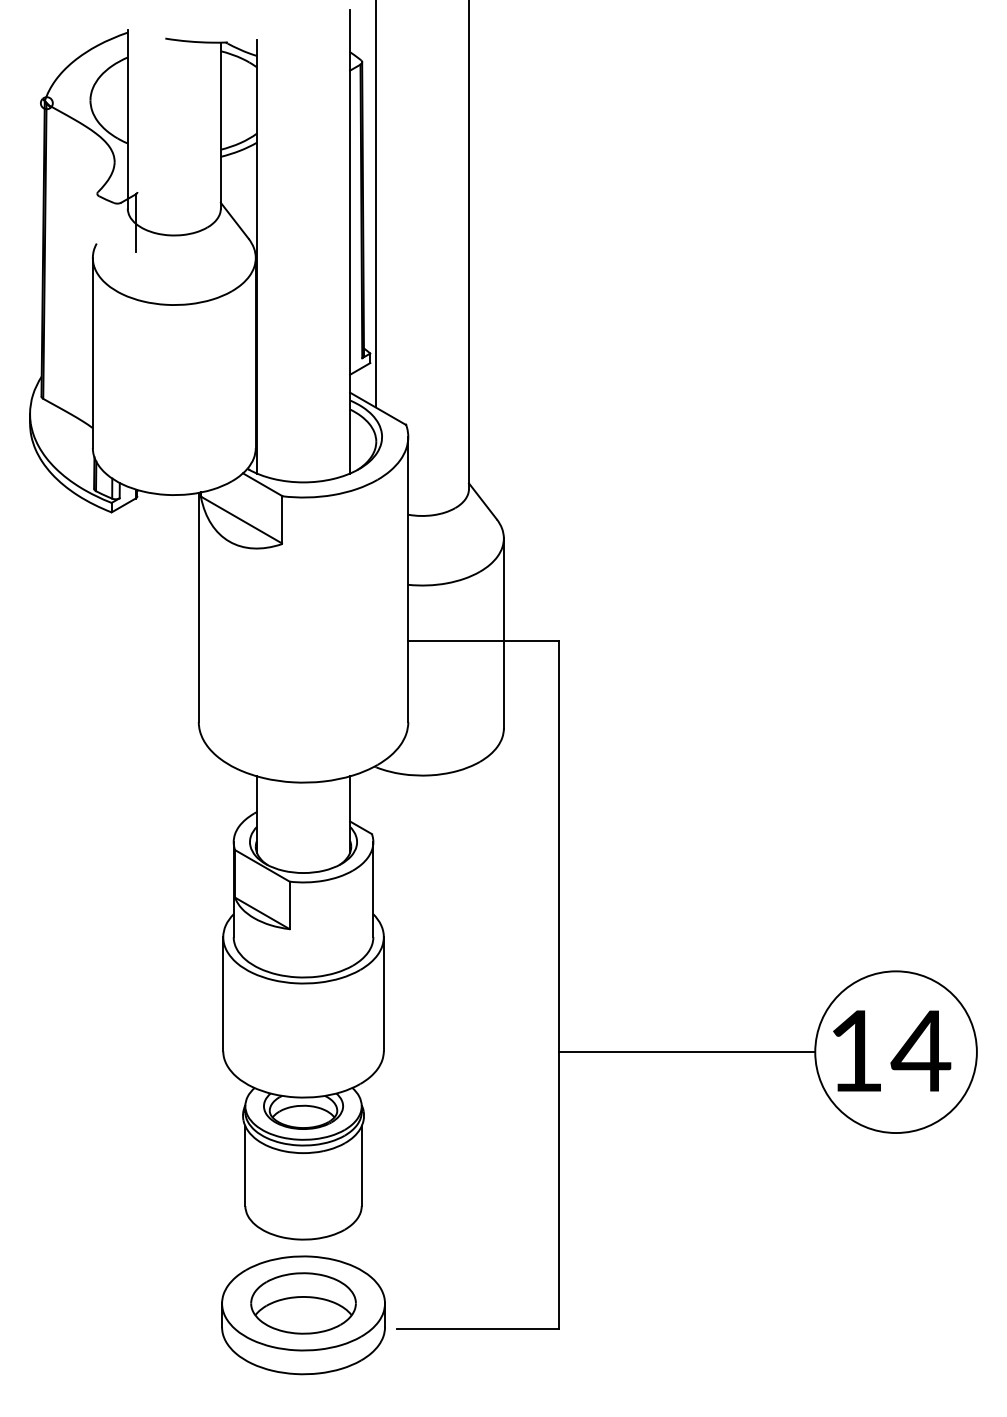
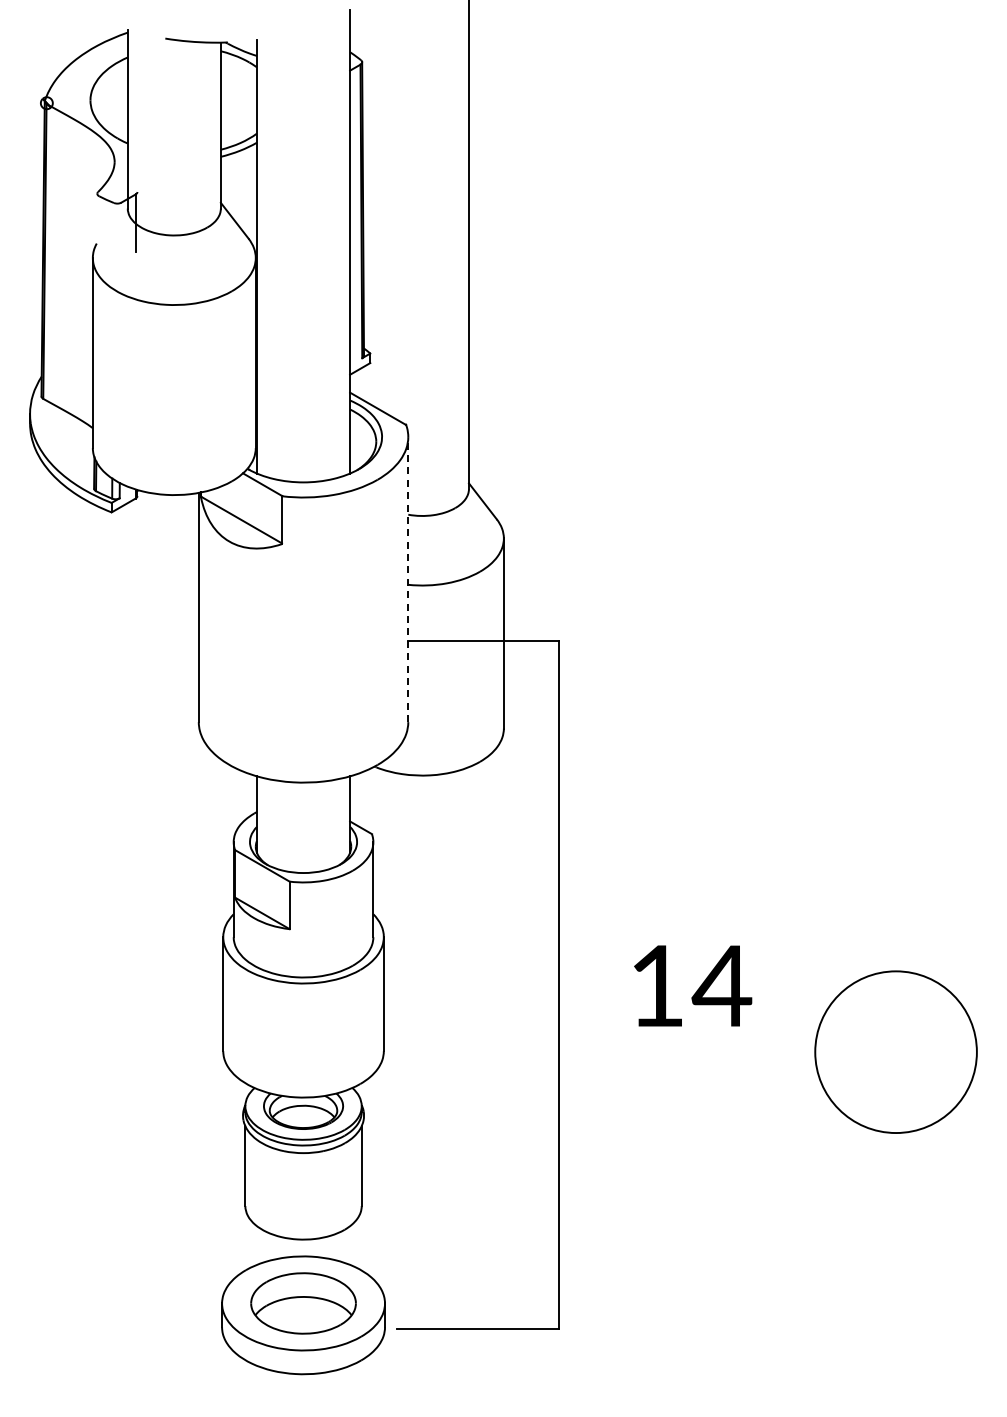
line at (375, 204): present -> none
line at (408, 579): solid -> dashed
text at (892, 1050) position: (892, 1050) -> (693, 985)
line at (686, 1052): present -> none
